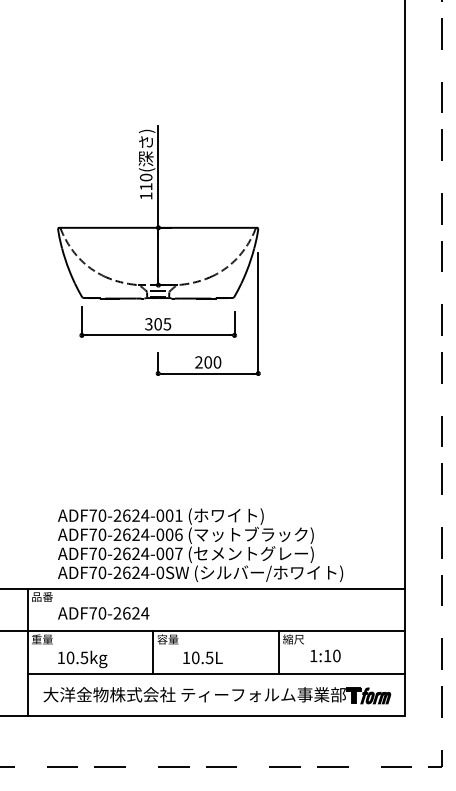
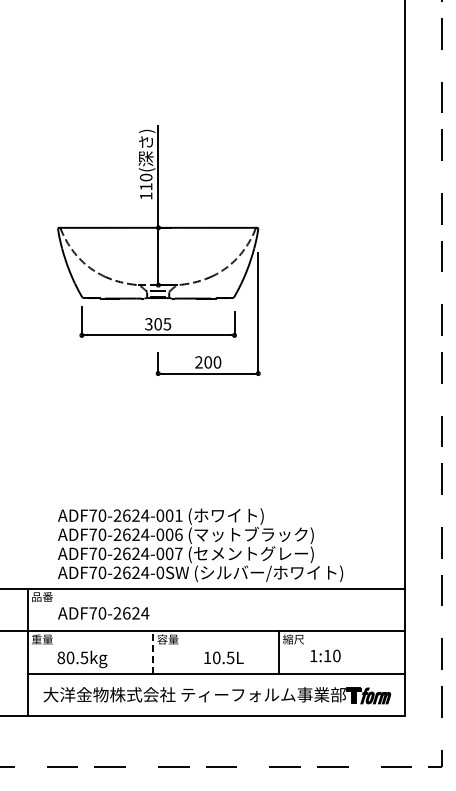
line at (153, 652): solid -> dashed
text at (61, 657): 10.5kg -> 80.5kg
text at (202, 657) position: (202, 657) -> (223, 657)
